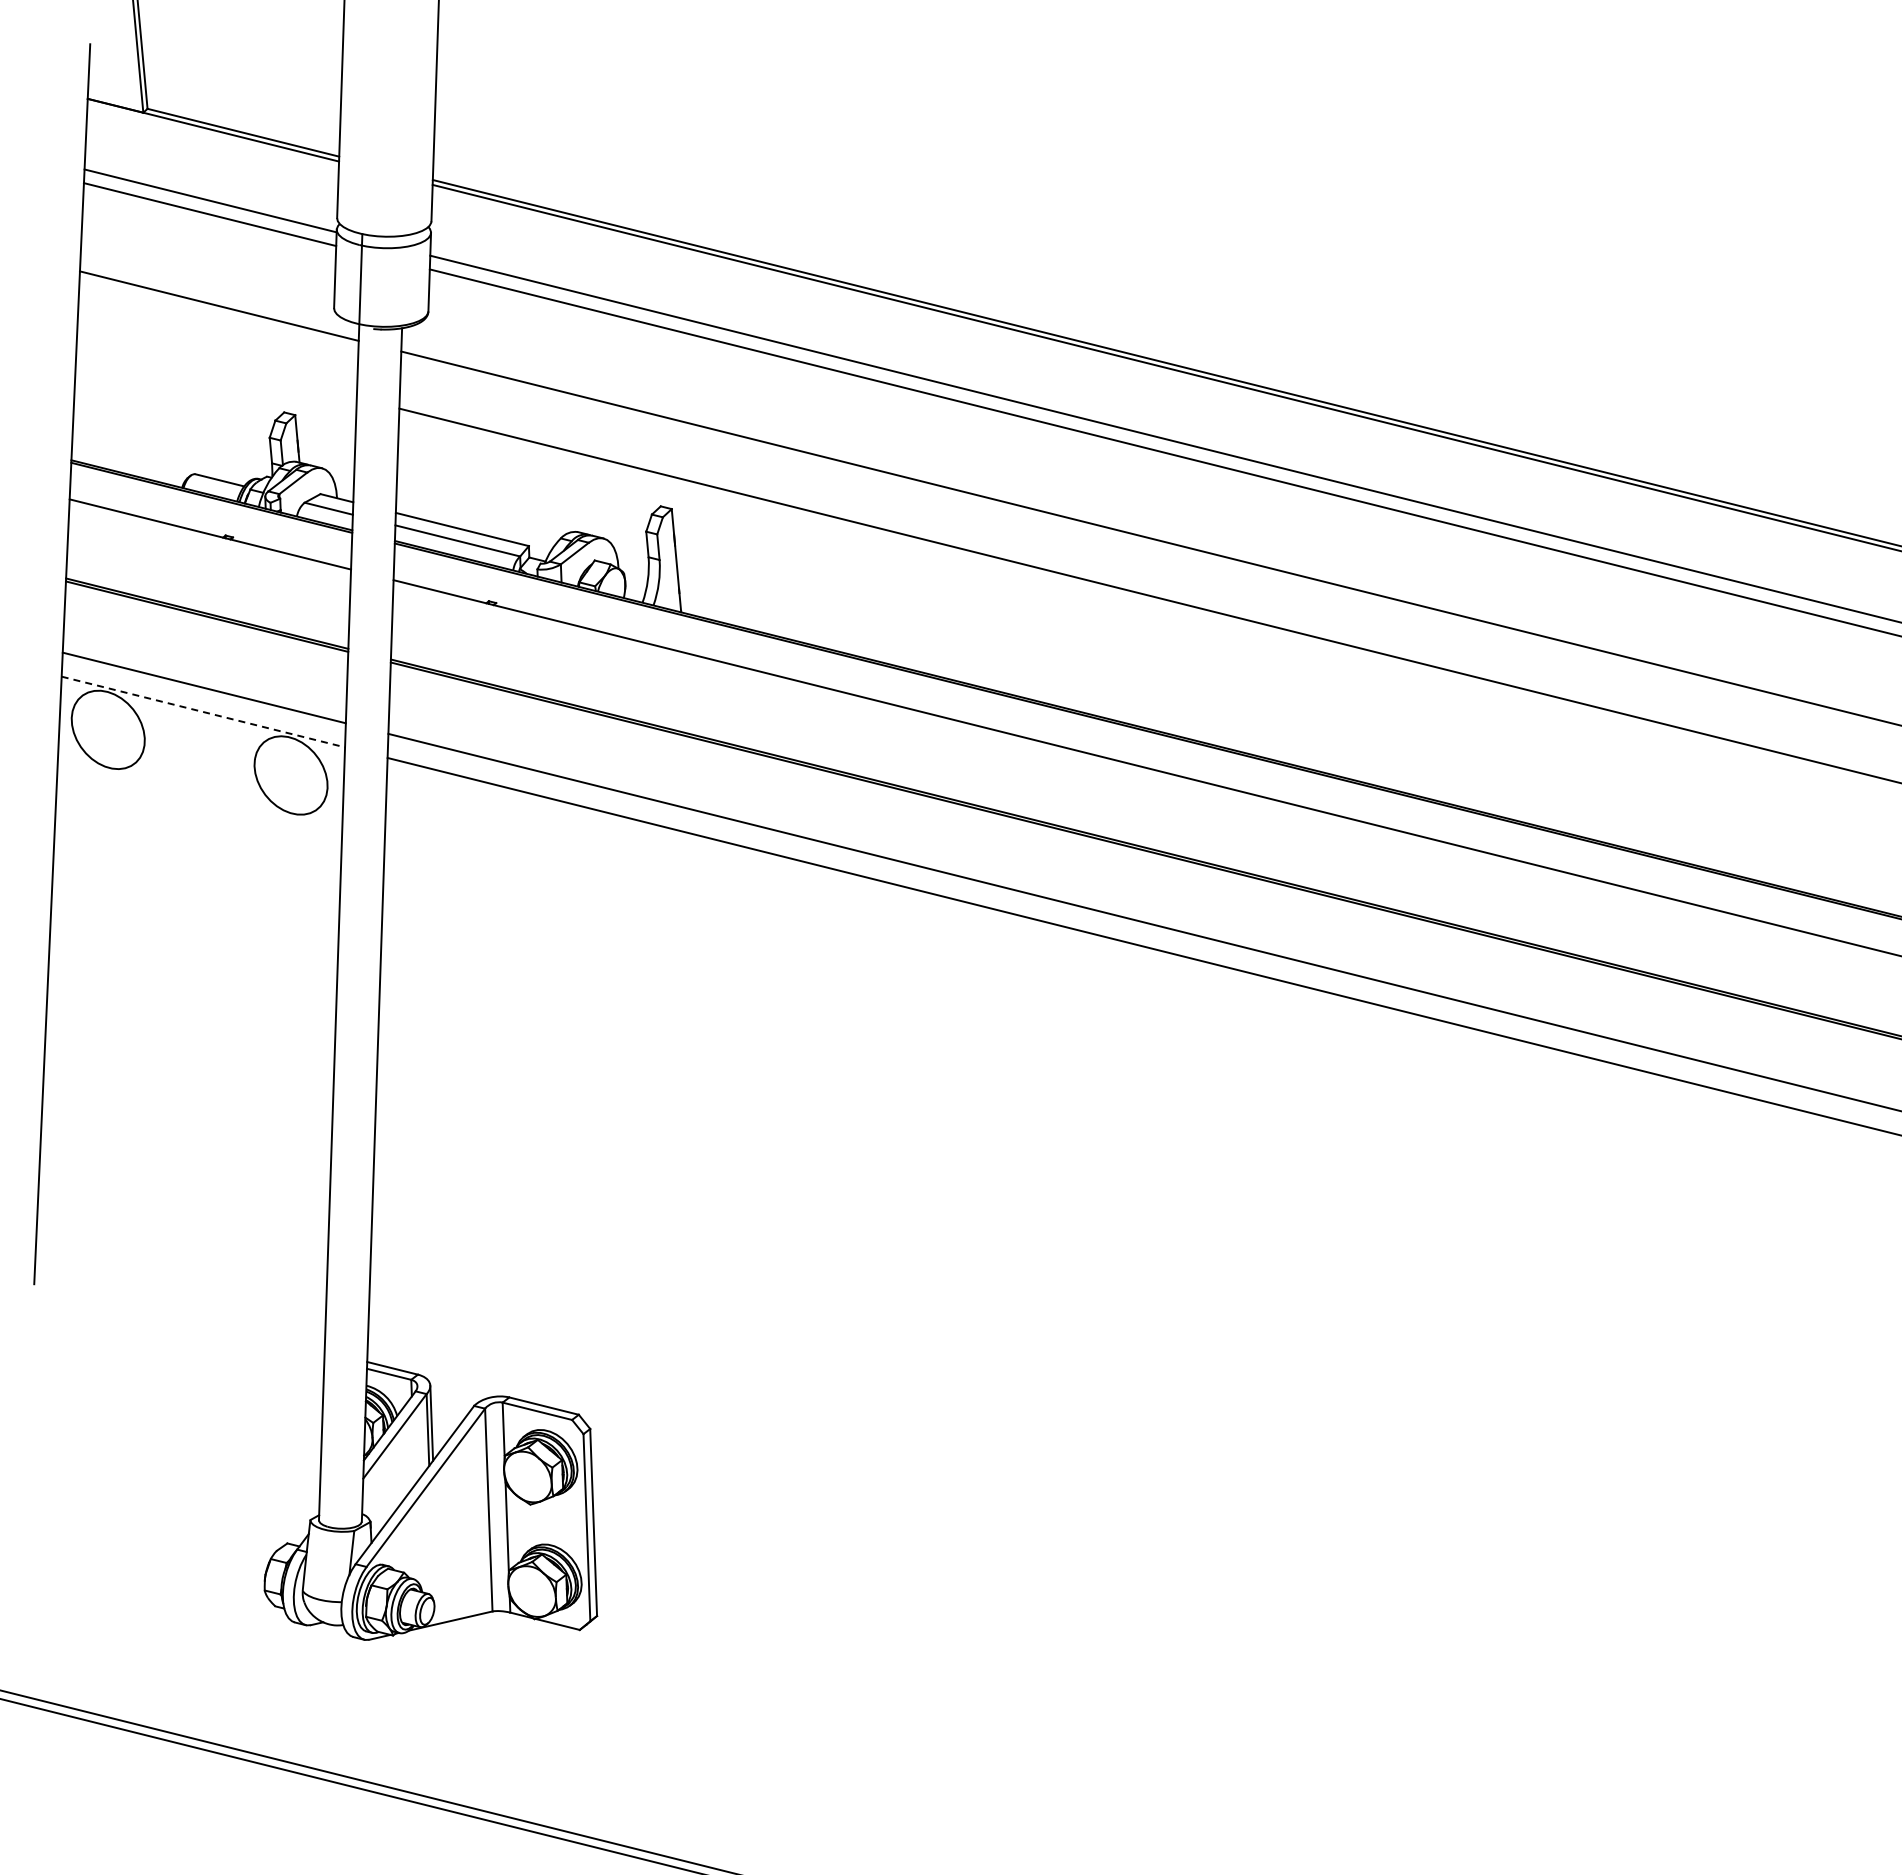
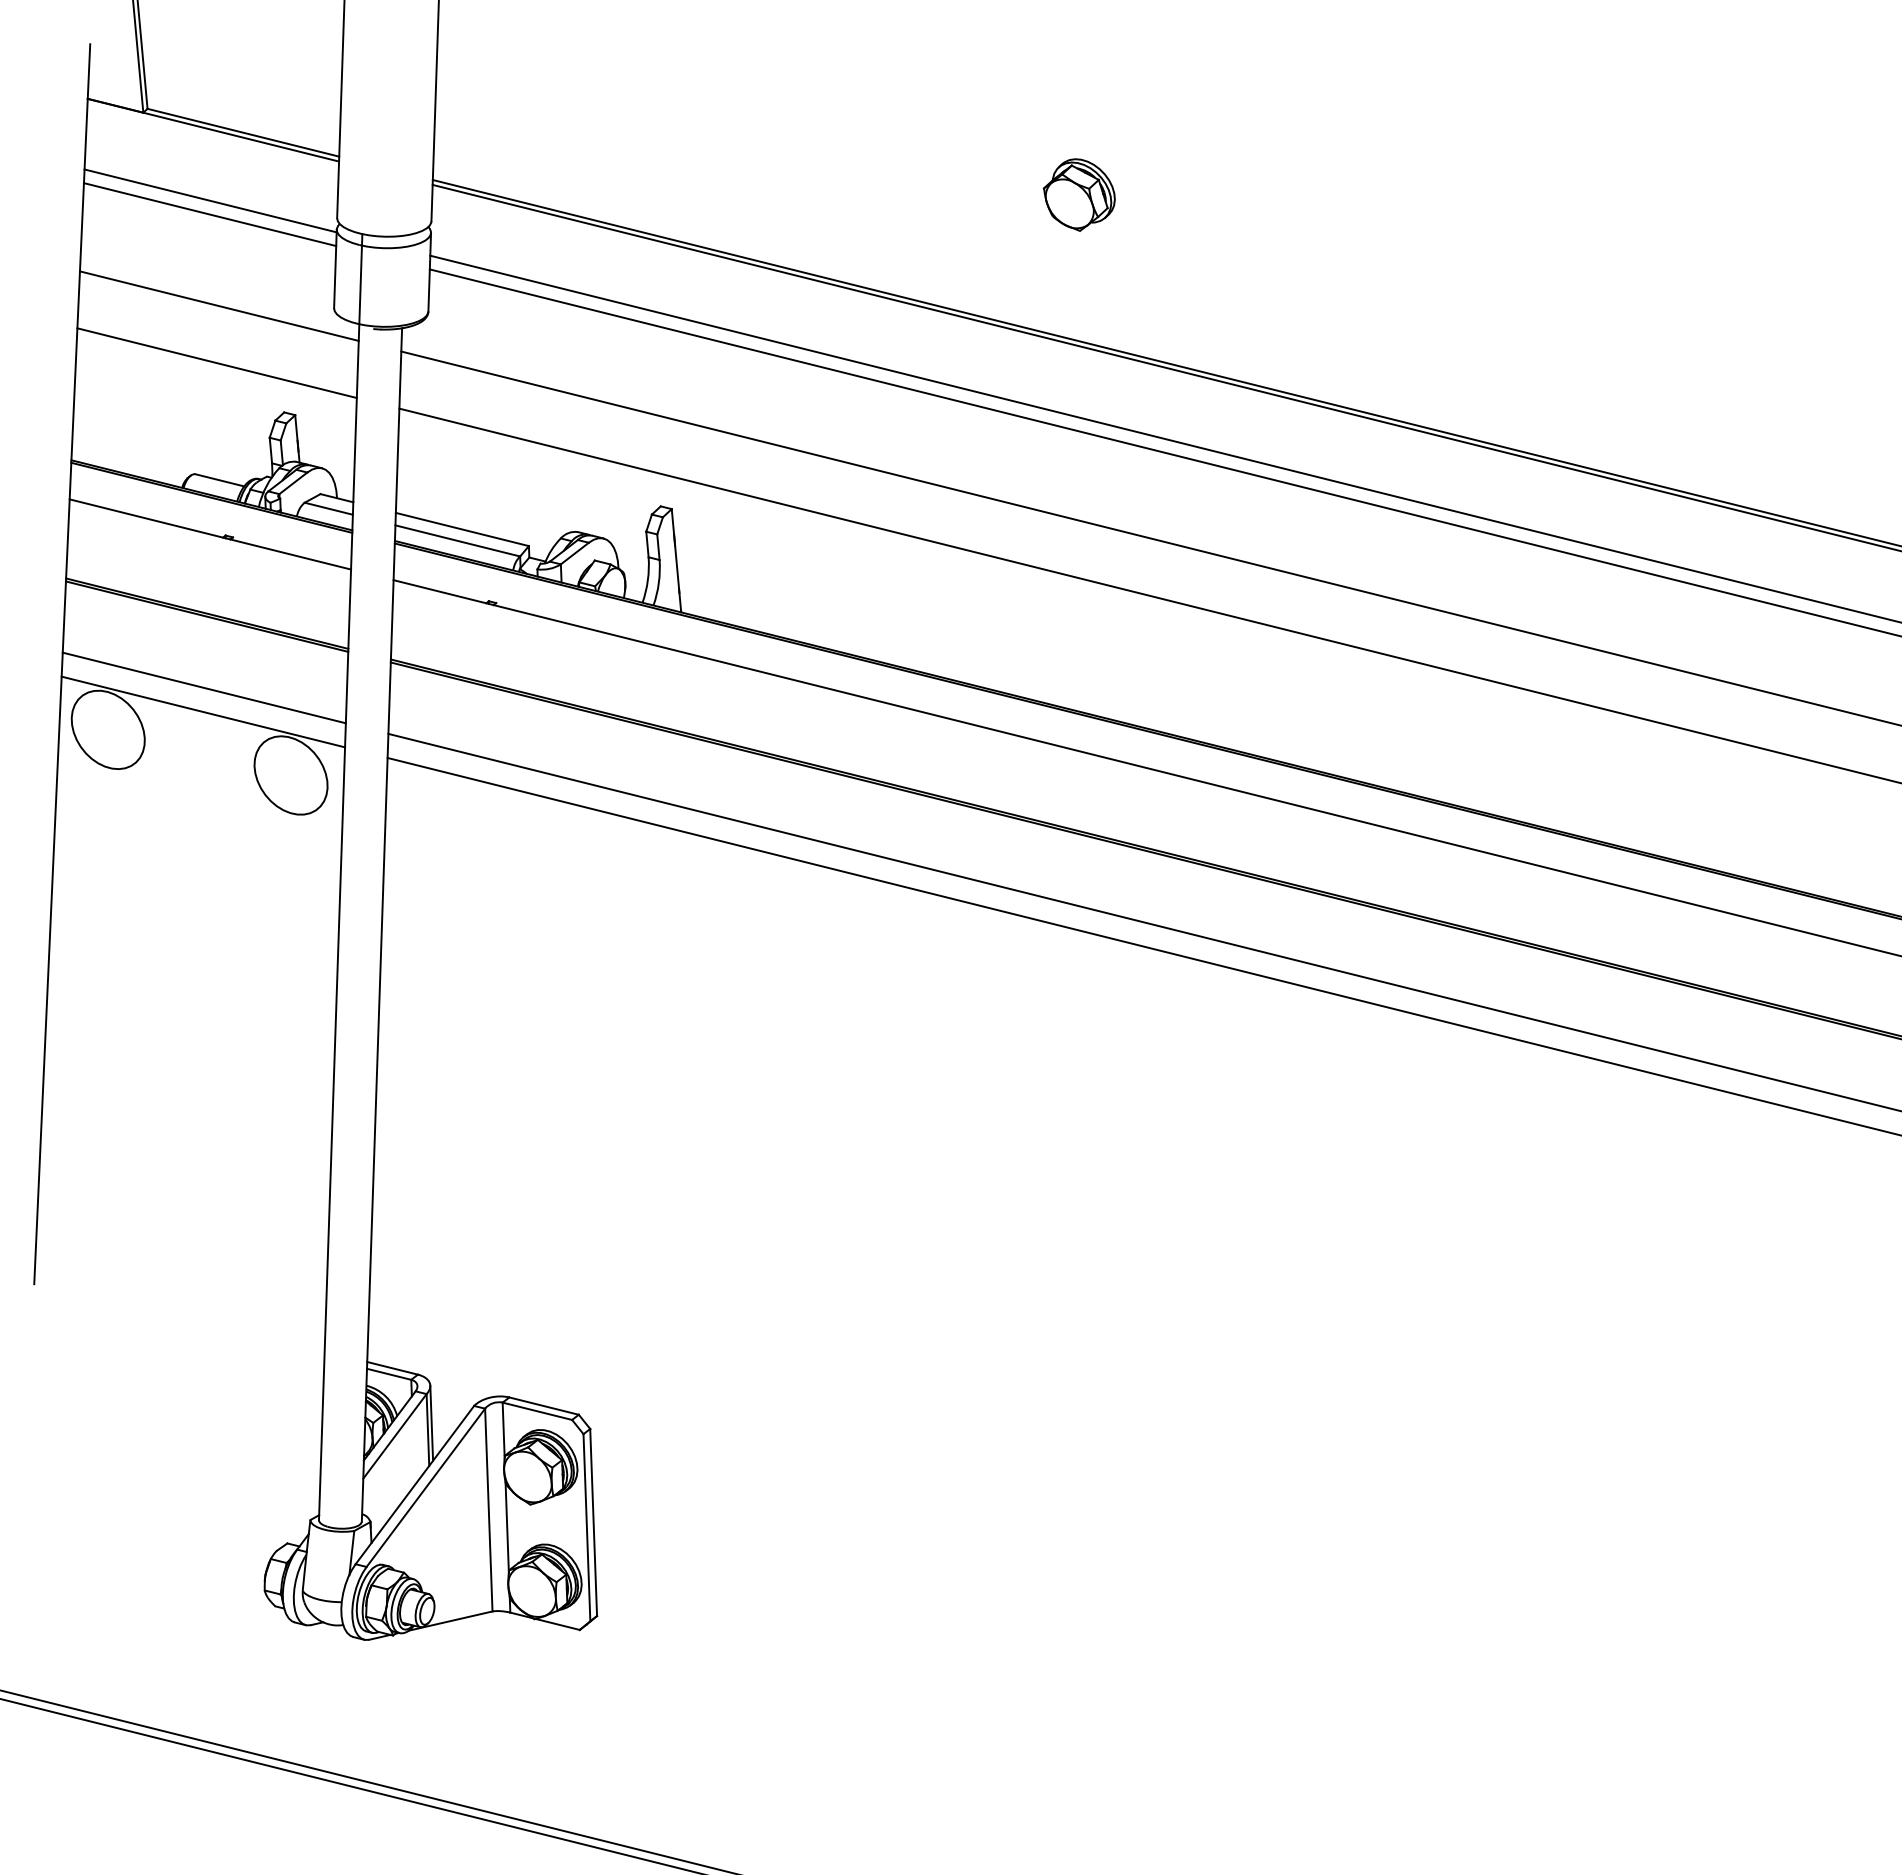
part at (1078, 194): none -> present
line at (216, 363): none -> present
line at (203, 712): dashed -> solid
